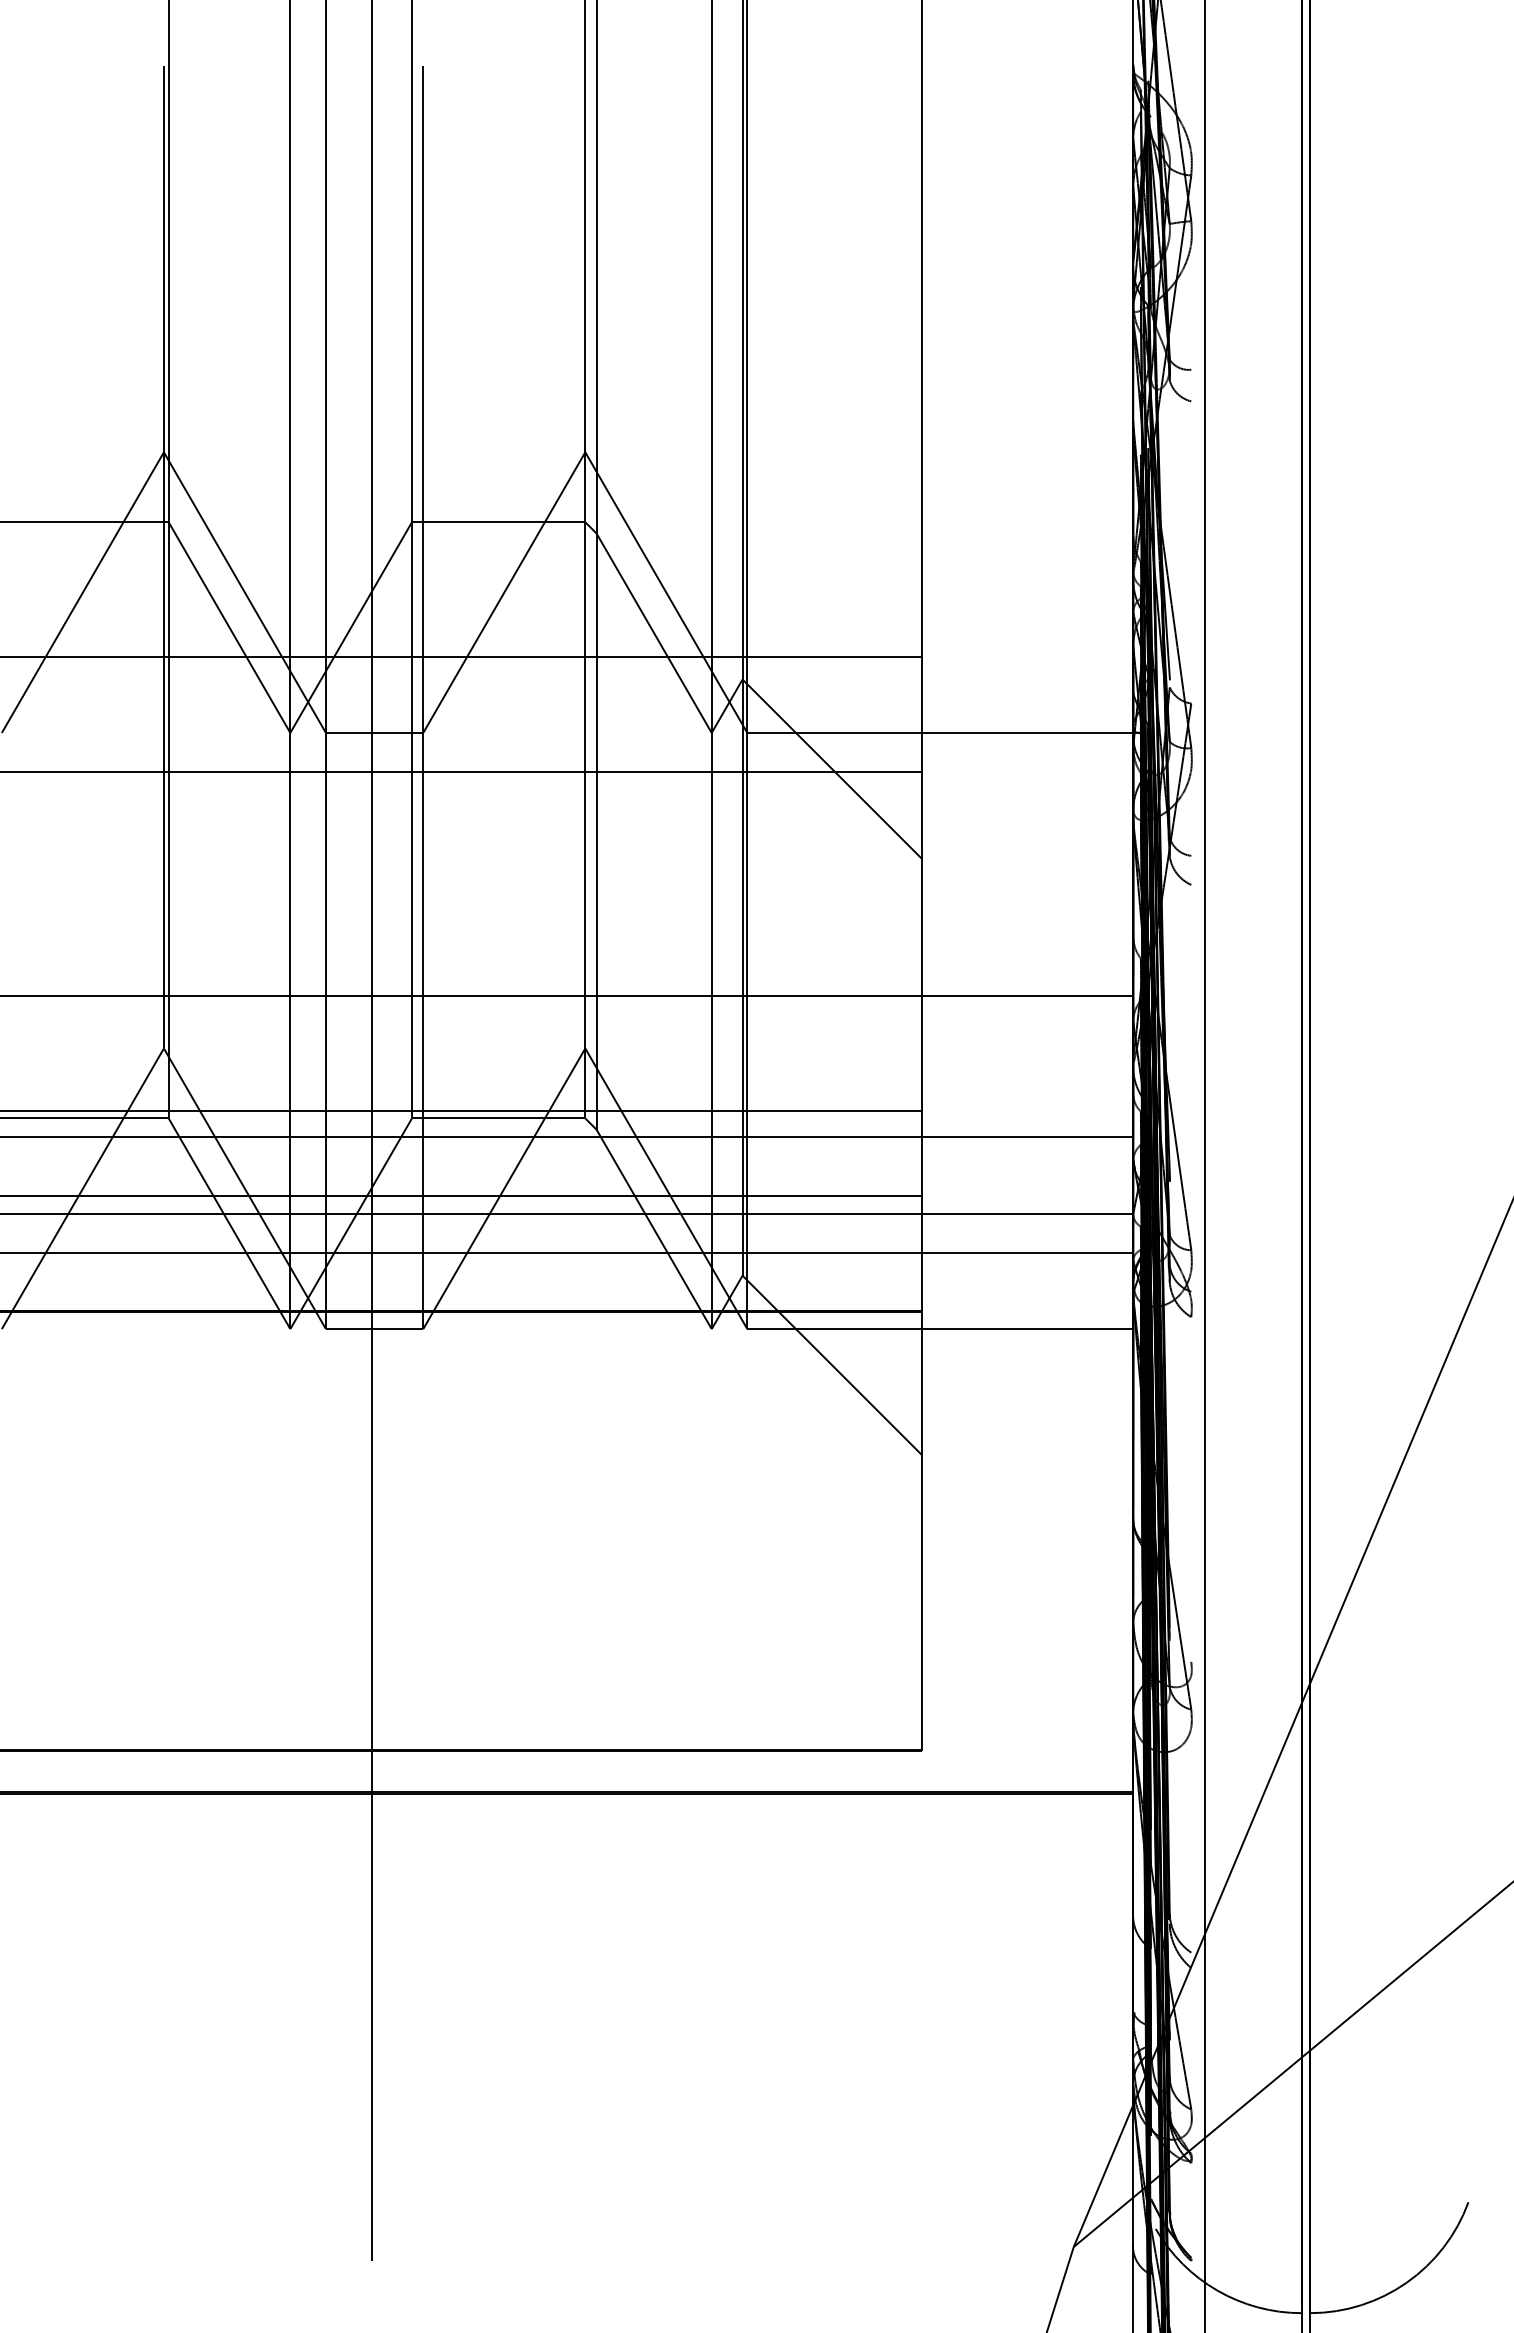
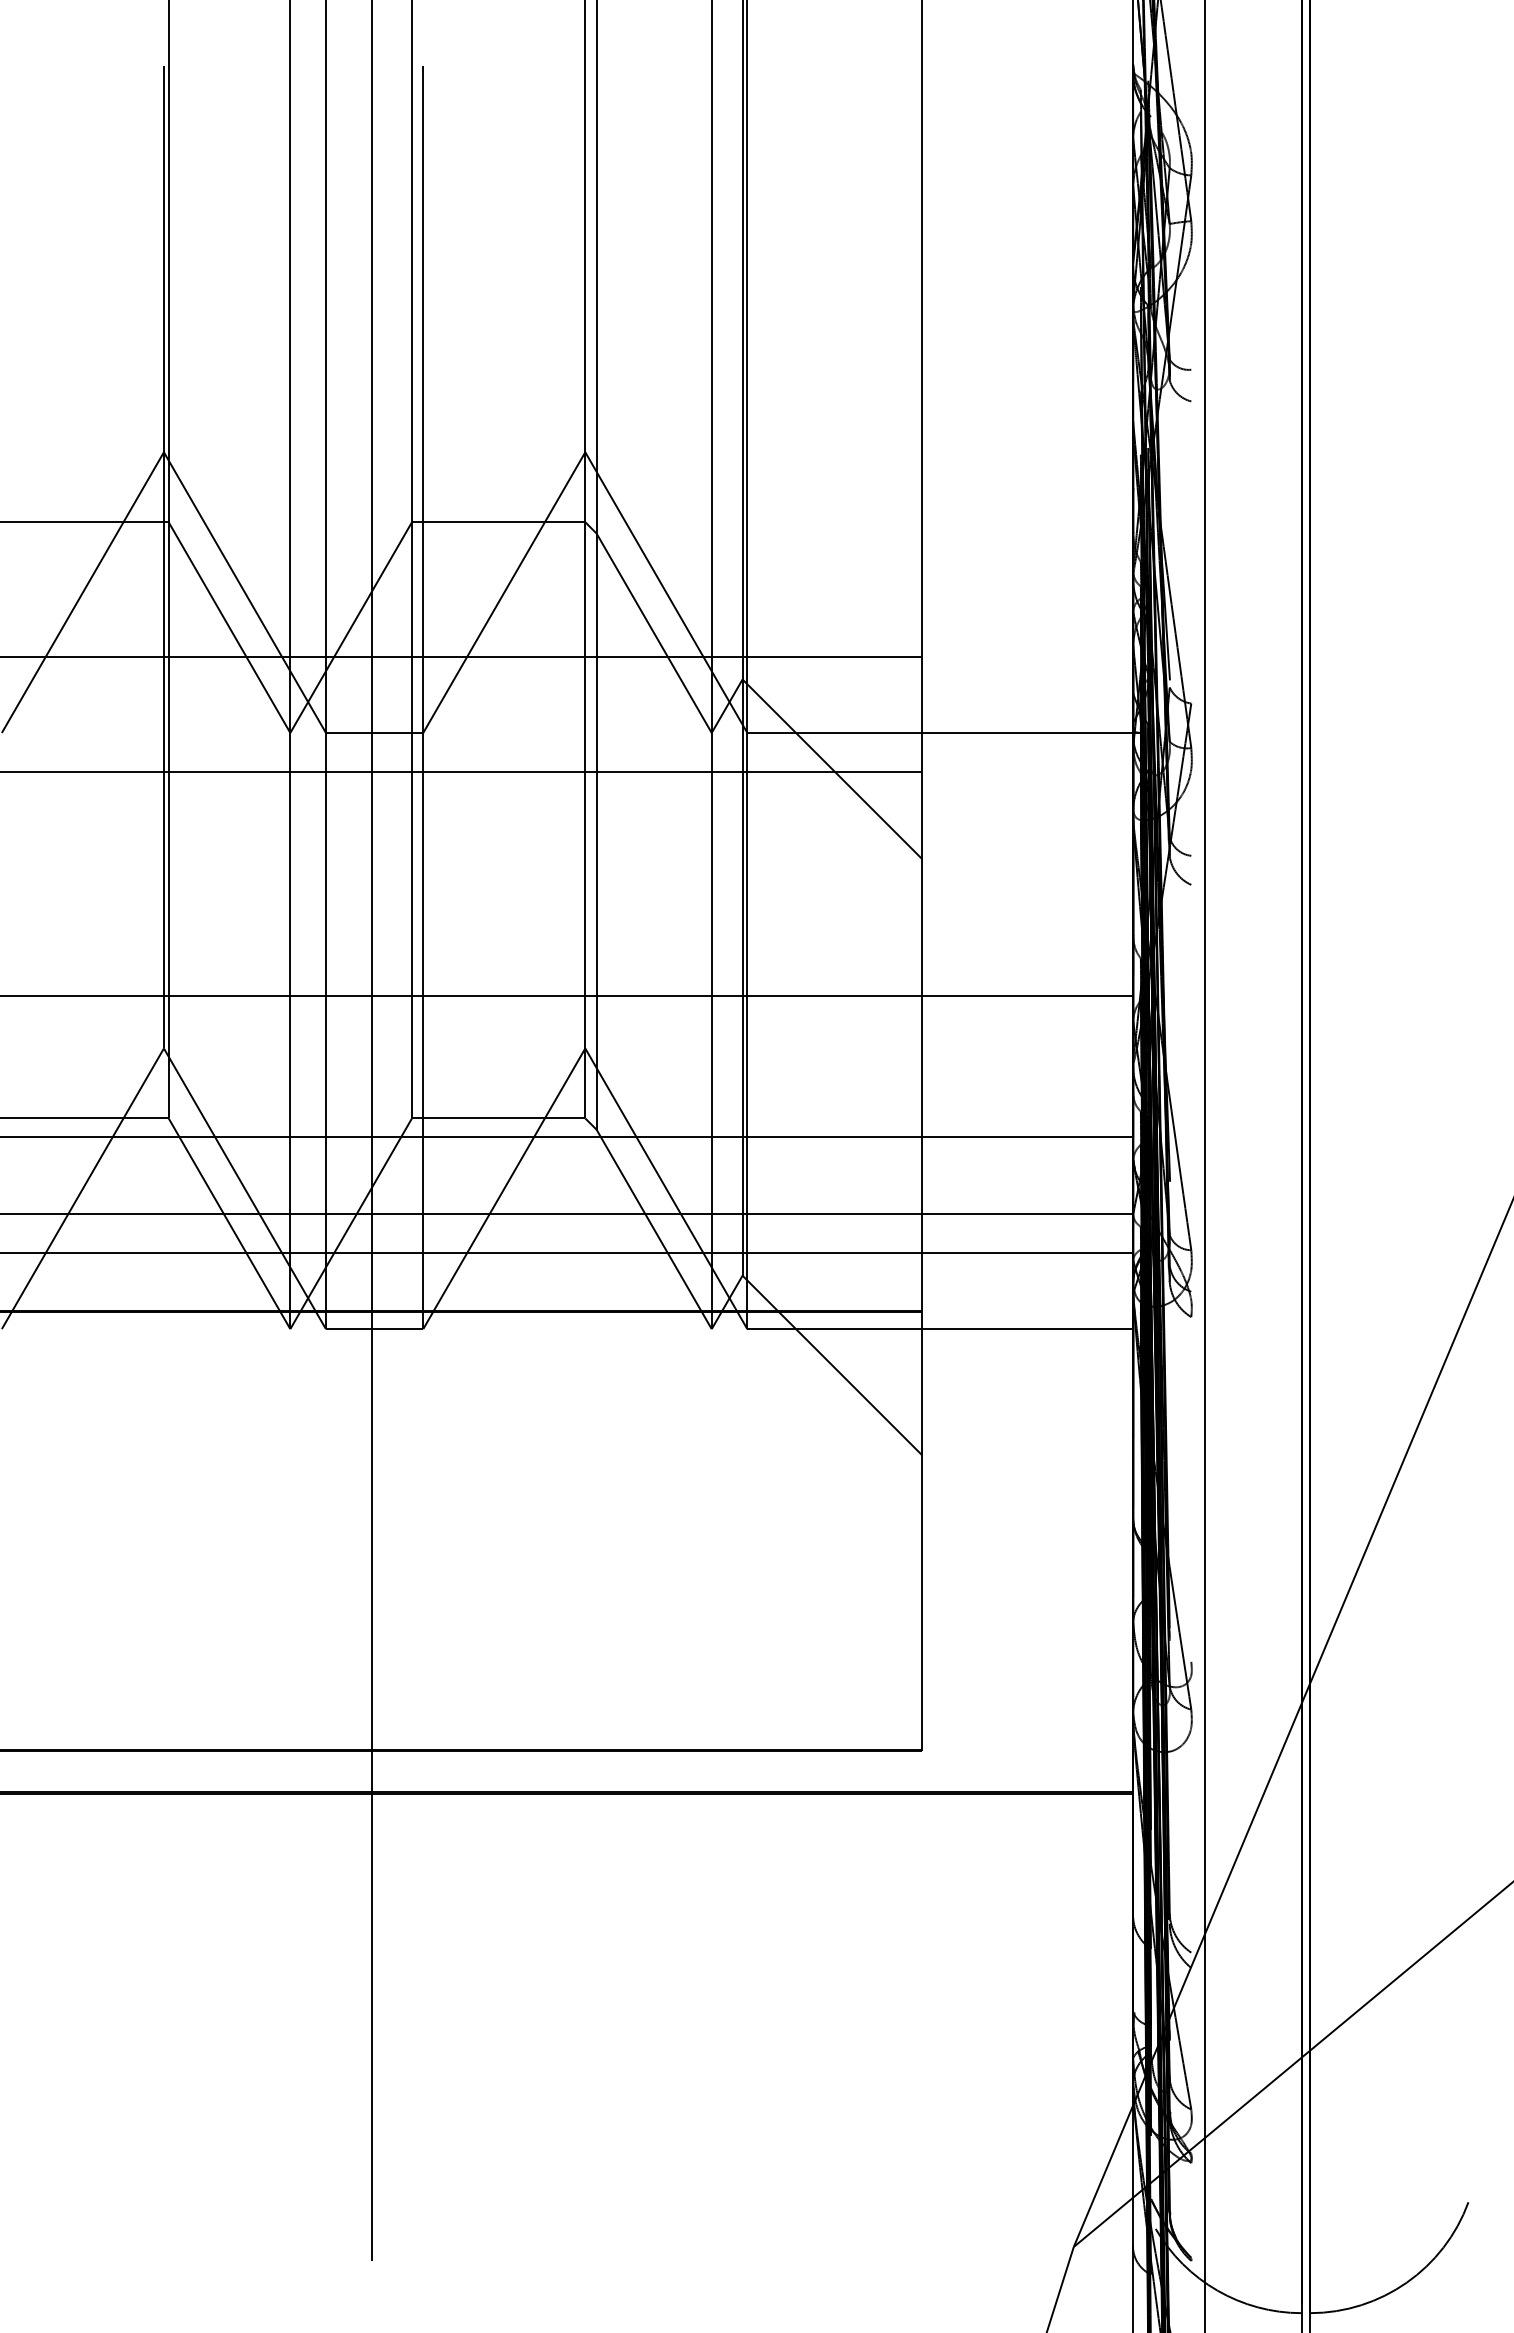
line at (462, 1110): present -> none
line at (462, 1195): present -> none
